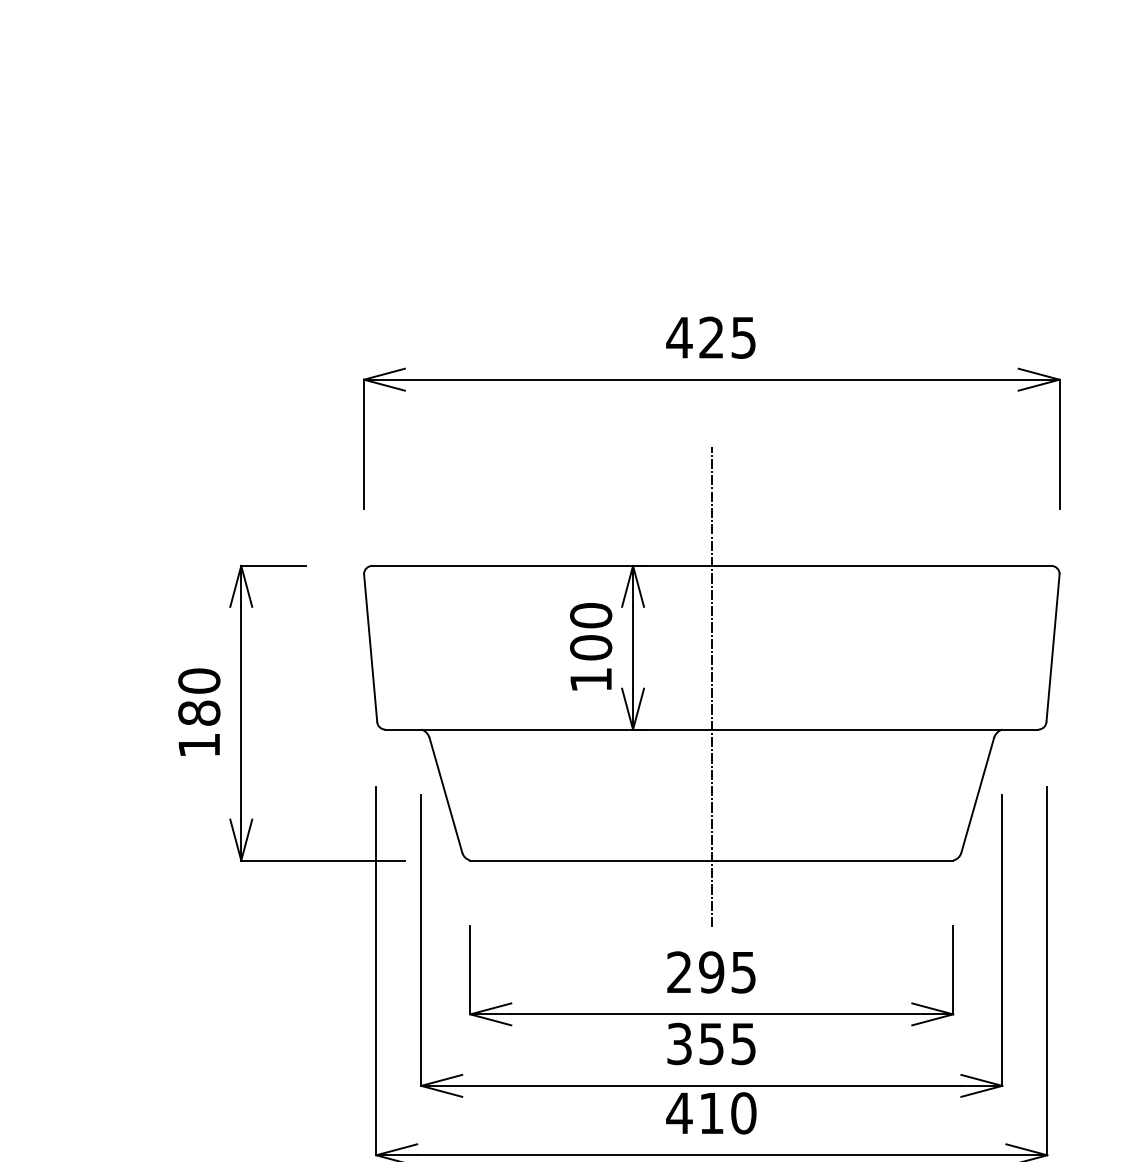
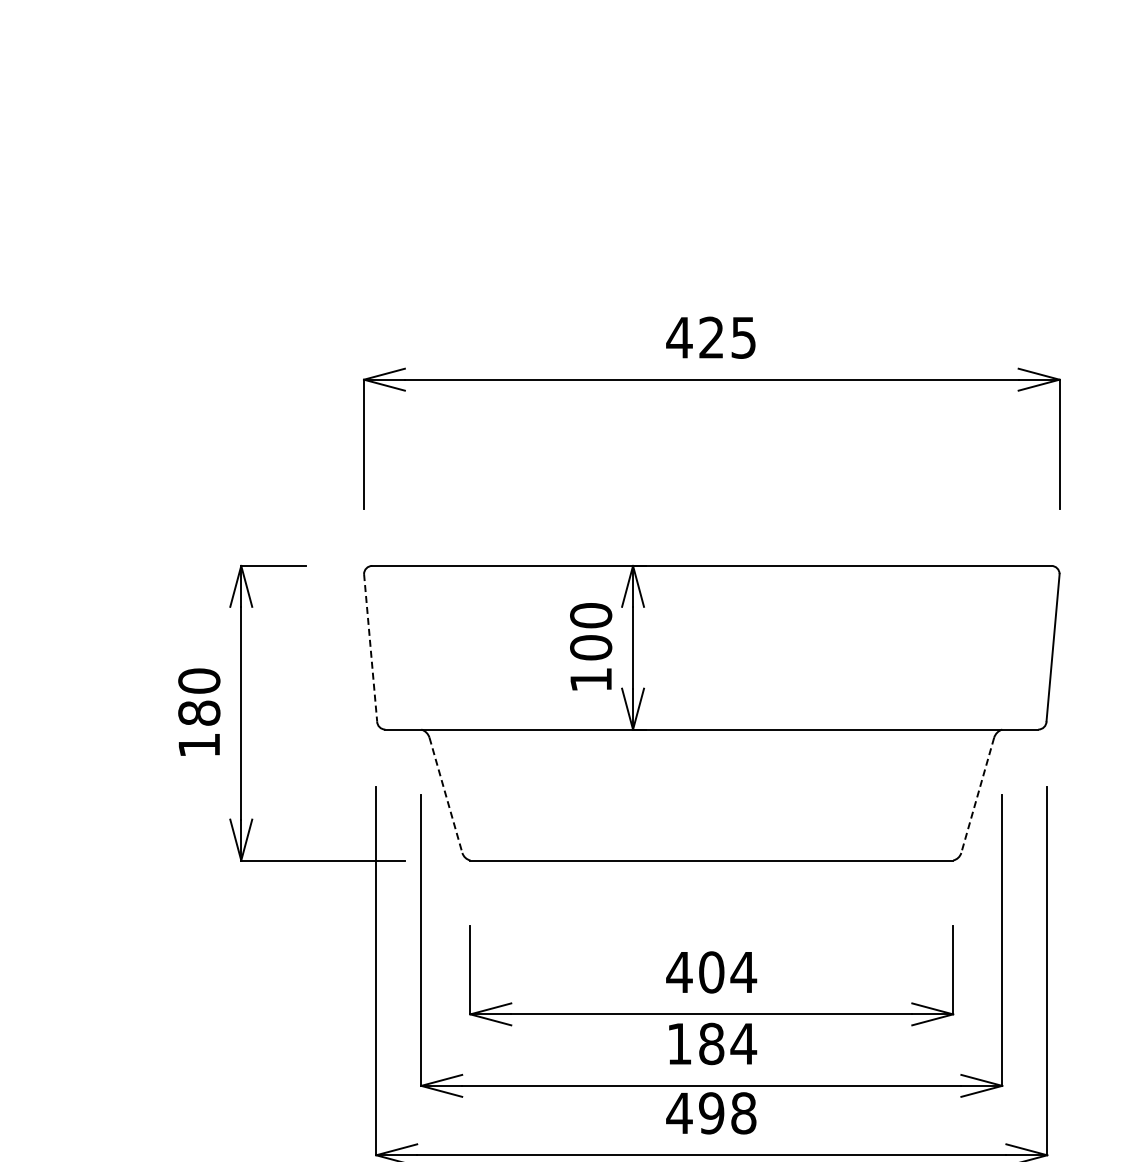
line at (370, 647): solid -> dashed
line at (711, 687): present -> none
line at (445, 795): solid -> dashed
line at (977, 795): solid -> dashed
text at (711, 972): 295 -> 404
text at (712, 1043): 355 -> 184
text at (727, 1113): 410 -> 498
